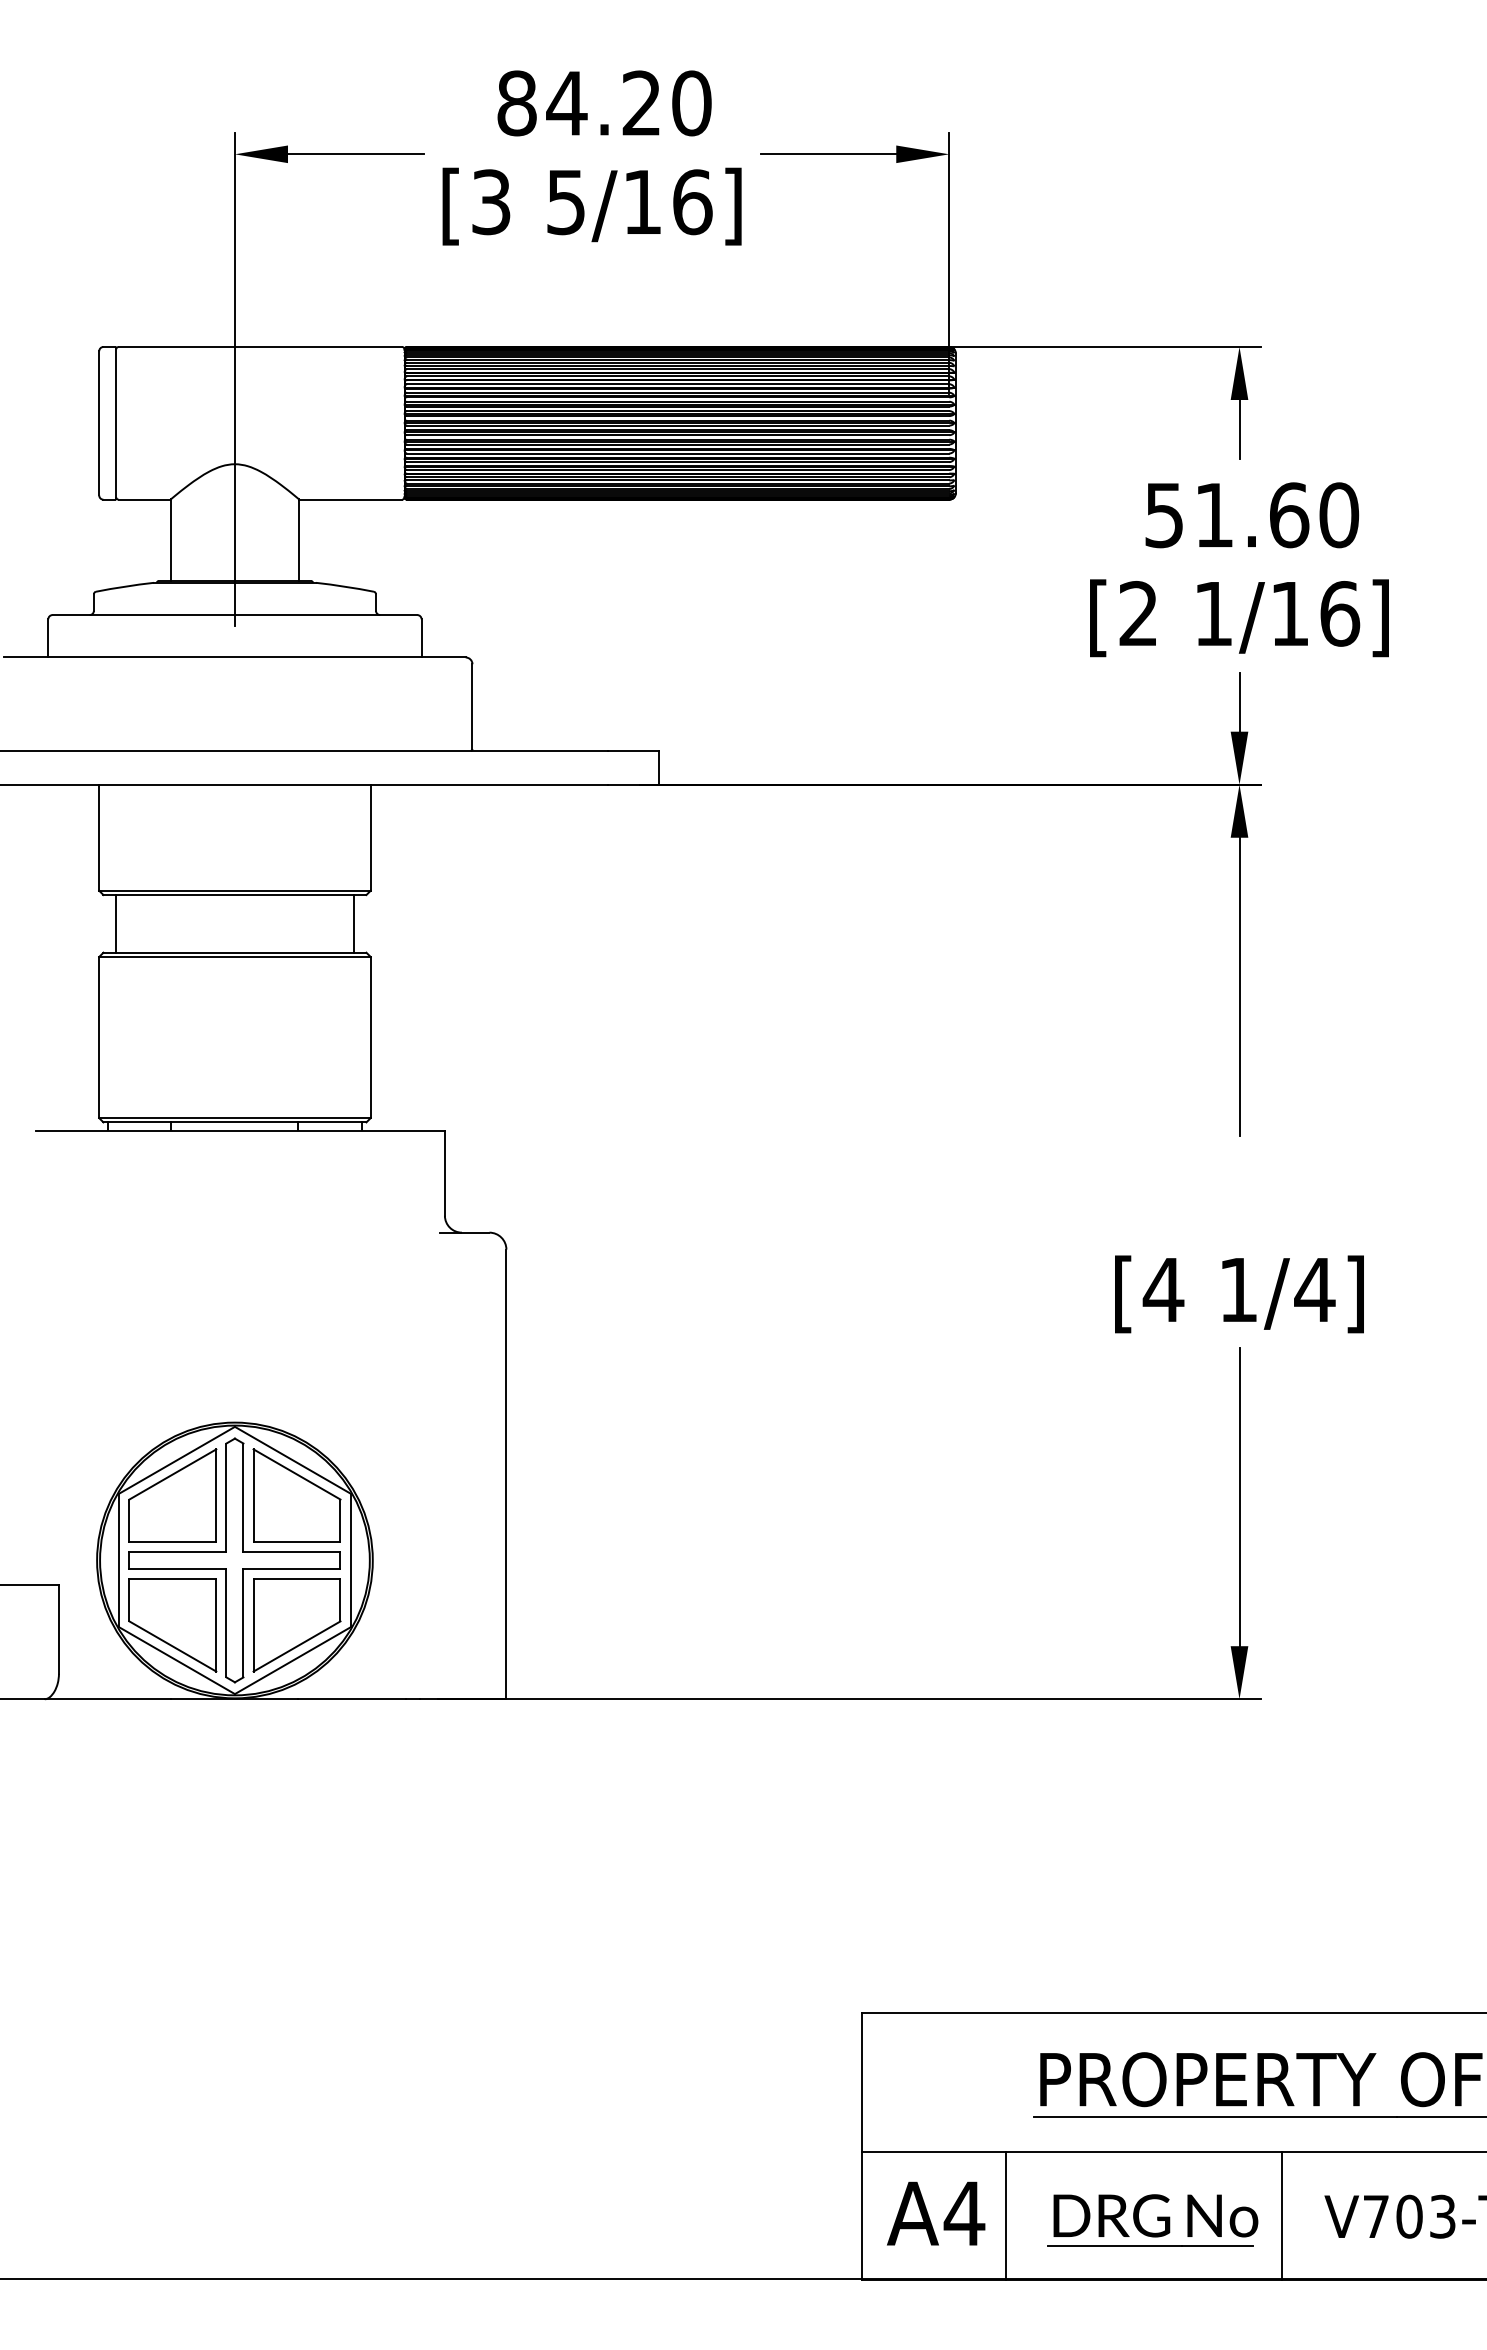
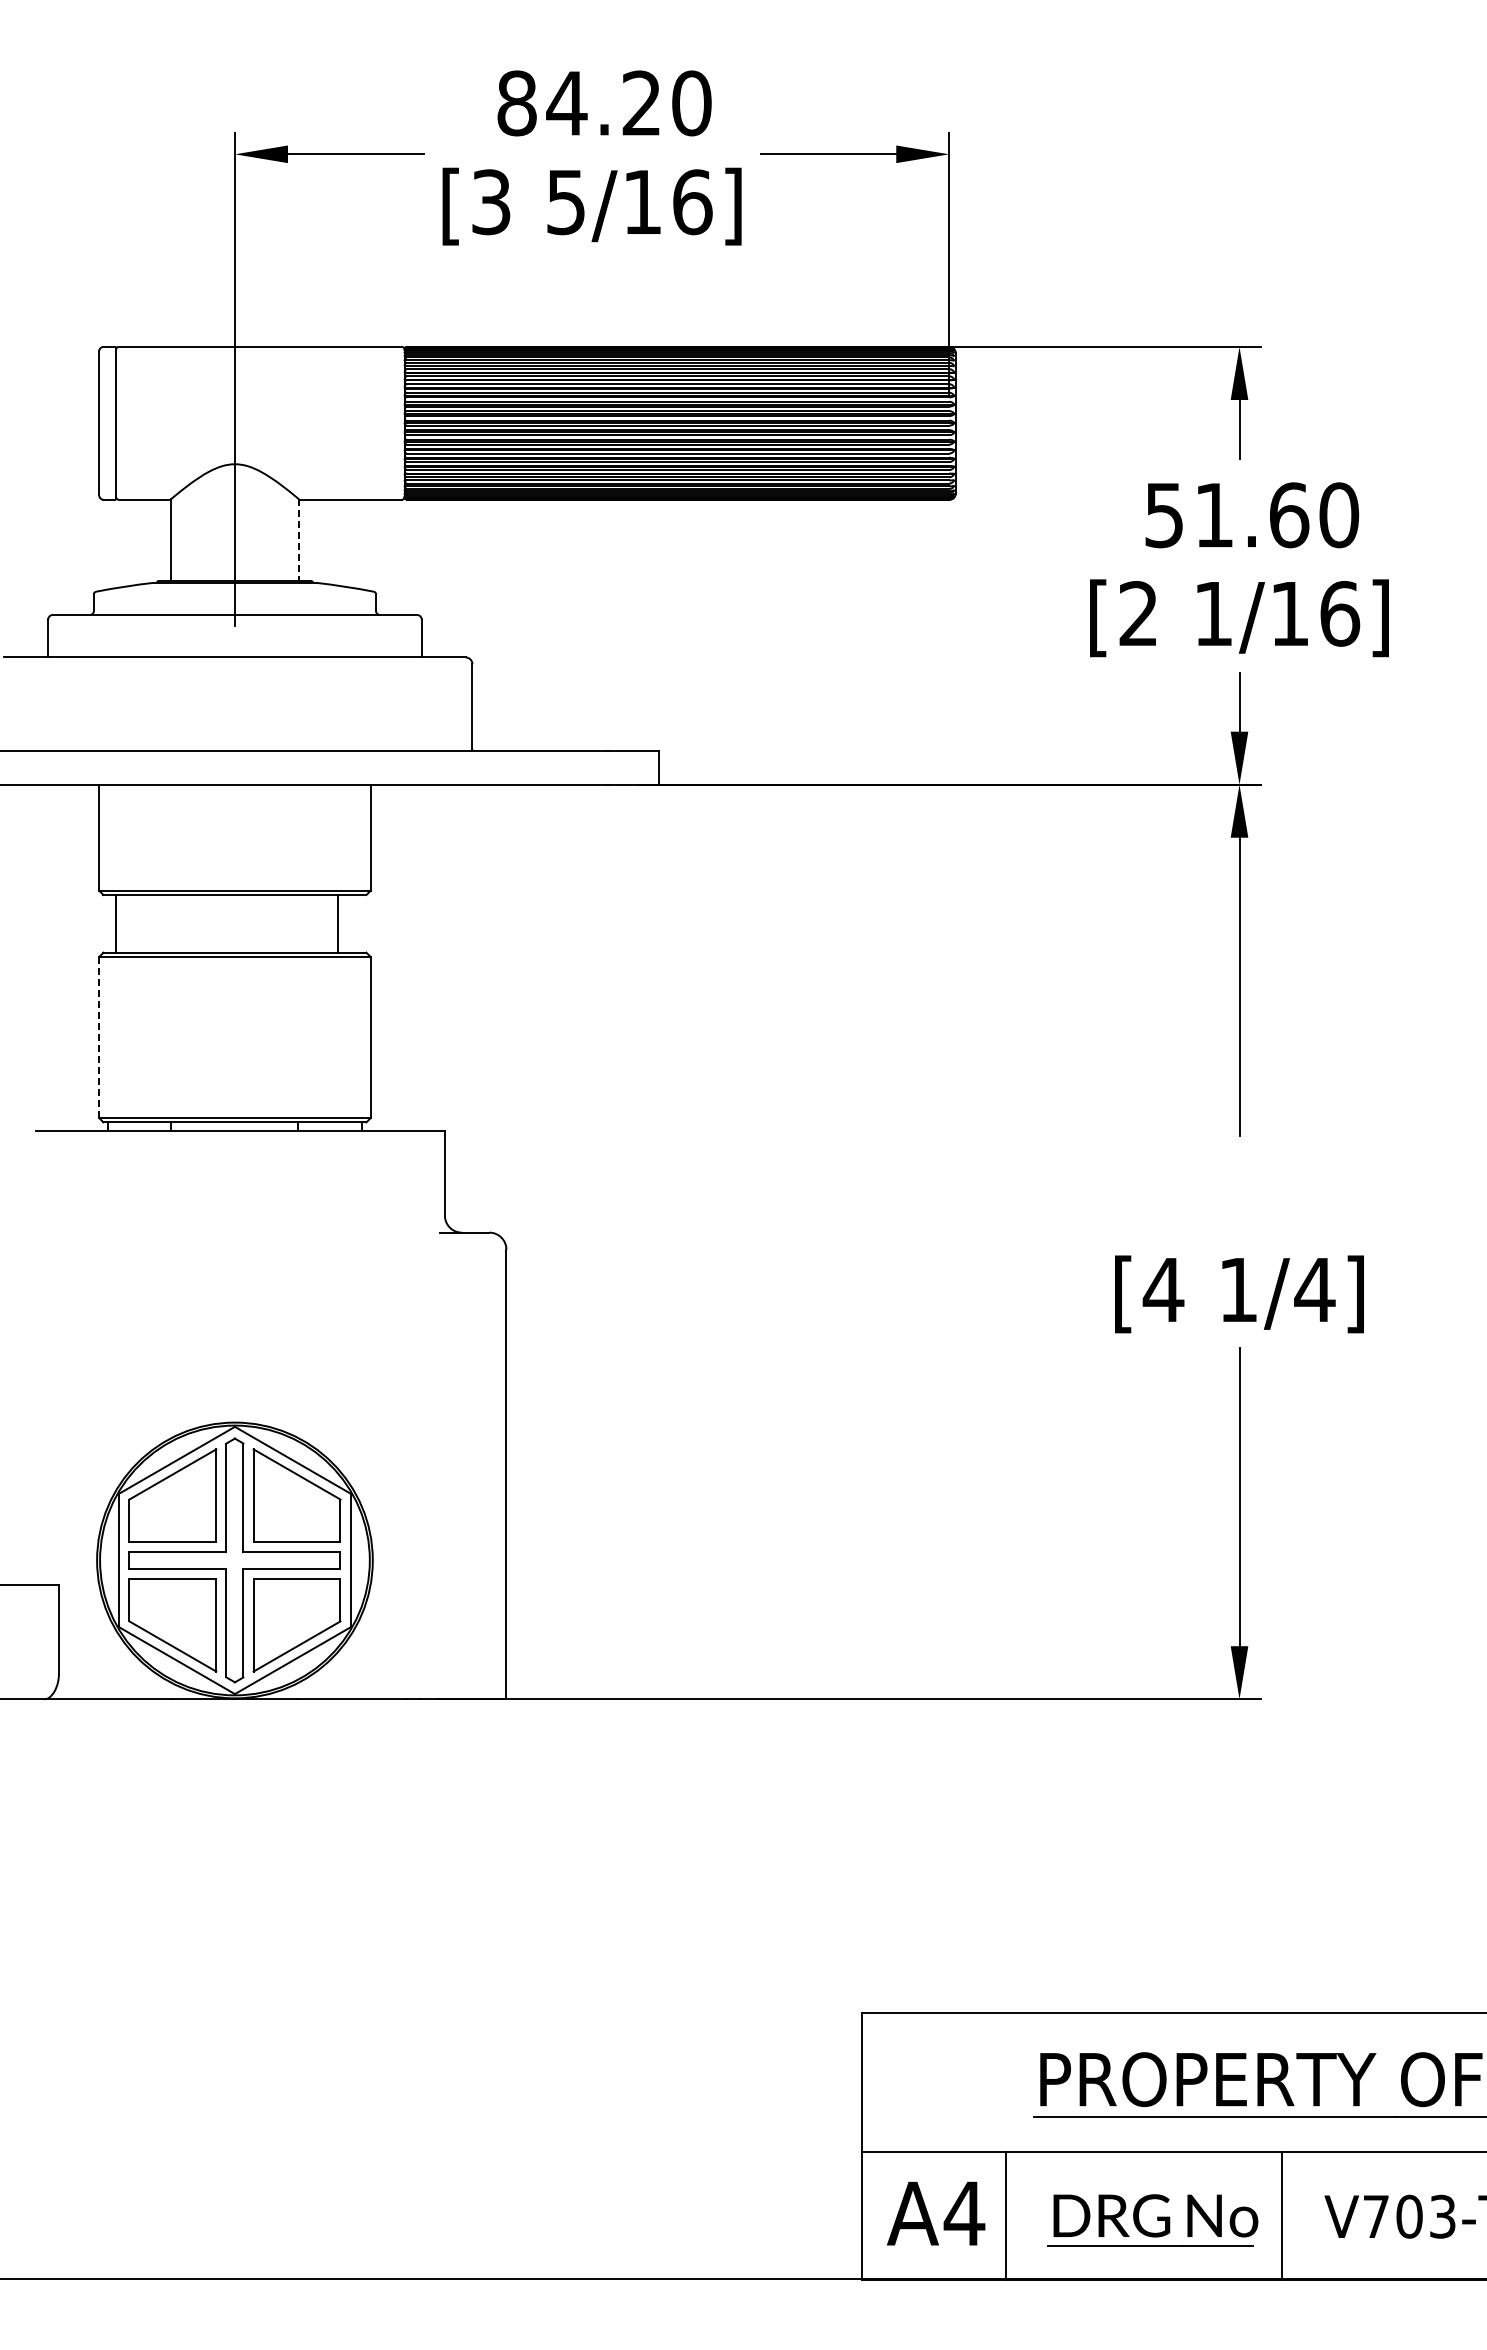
line at (298, 540): solid -> dashed
line at (353, 923) position: (353, 923) -> (337, 923)
line at (99, 1037): solid -> dashed
